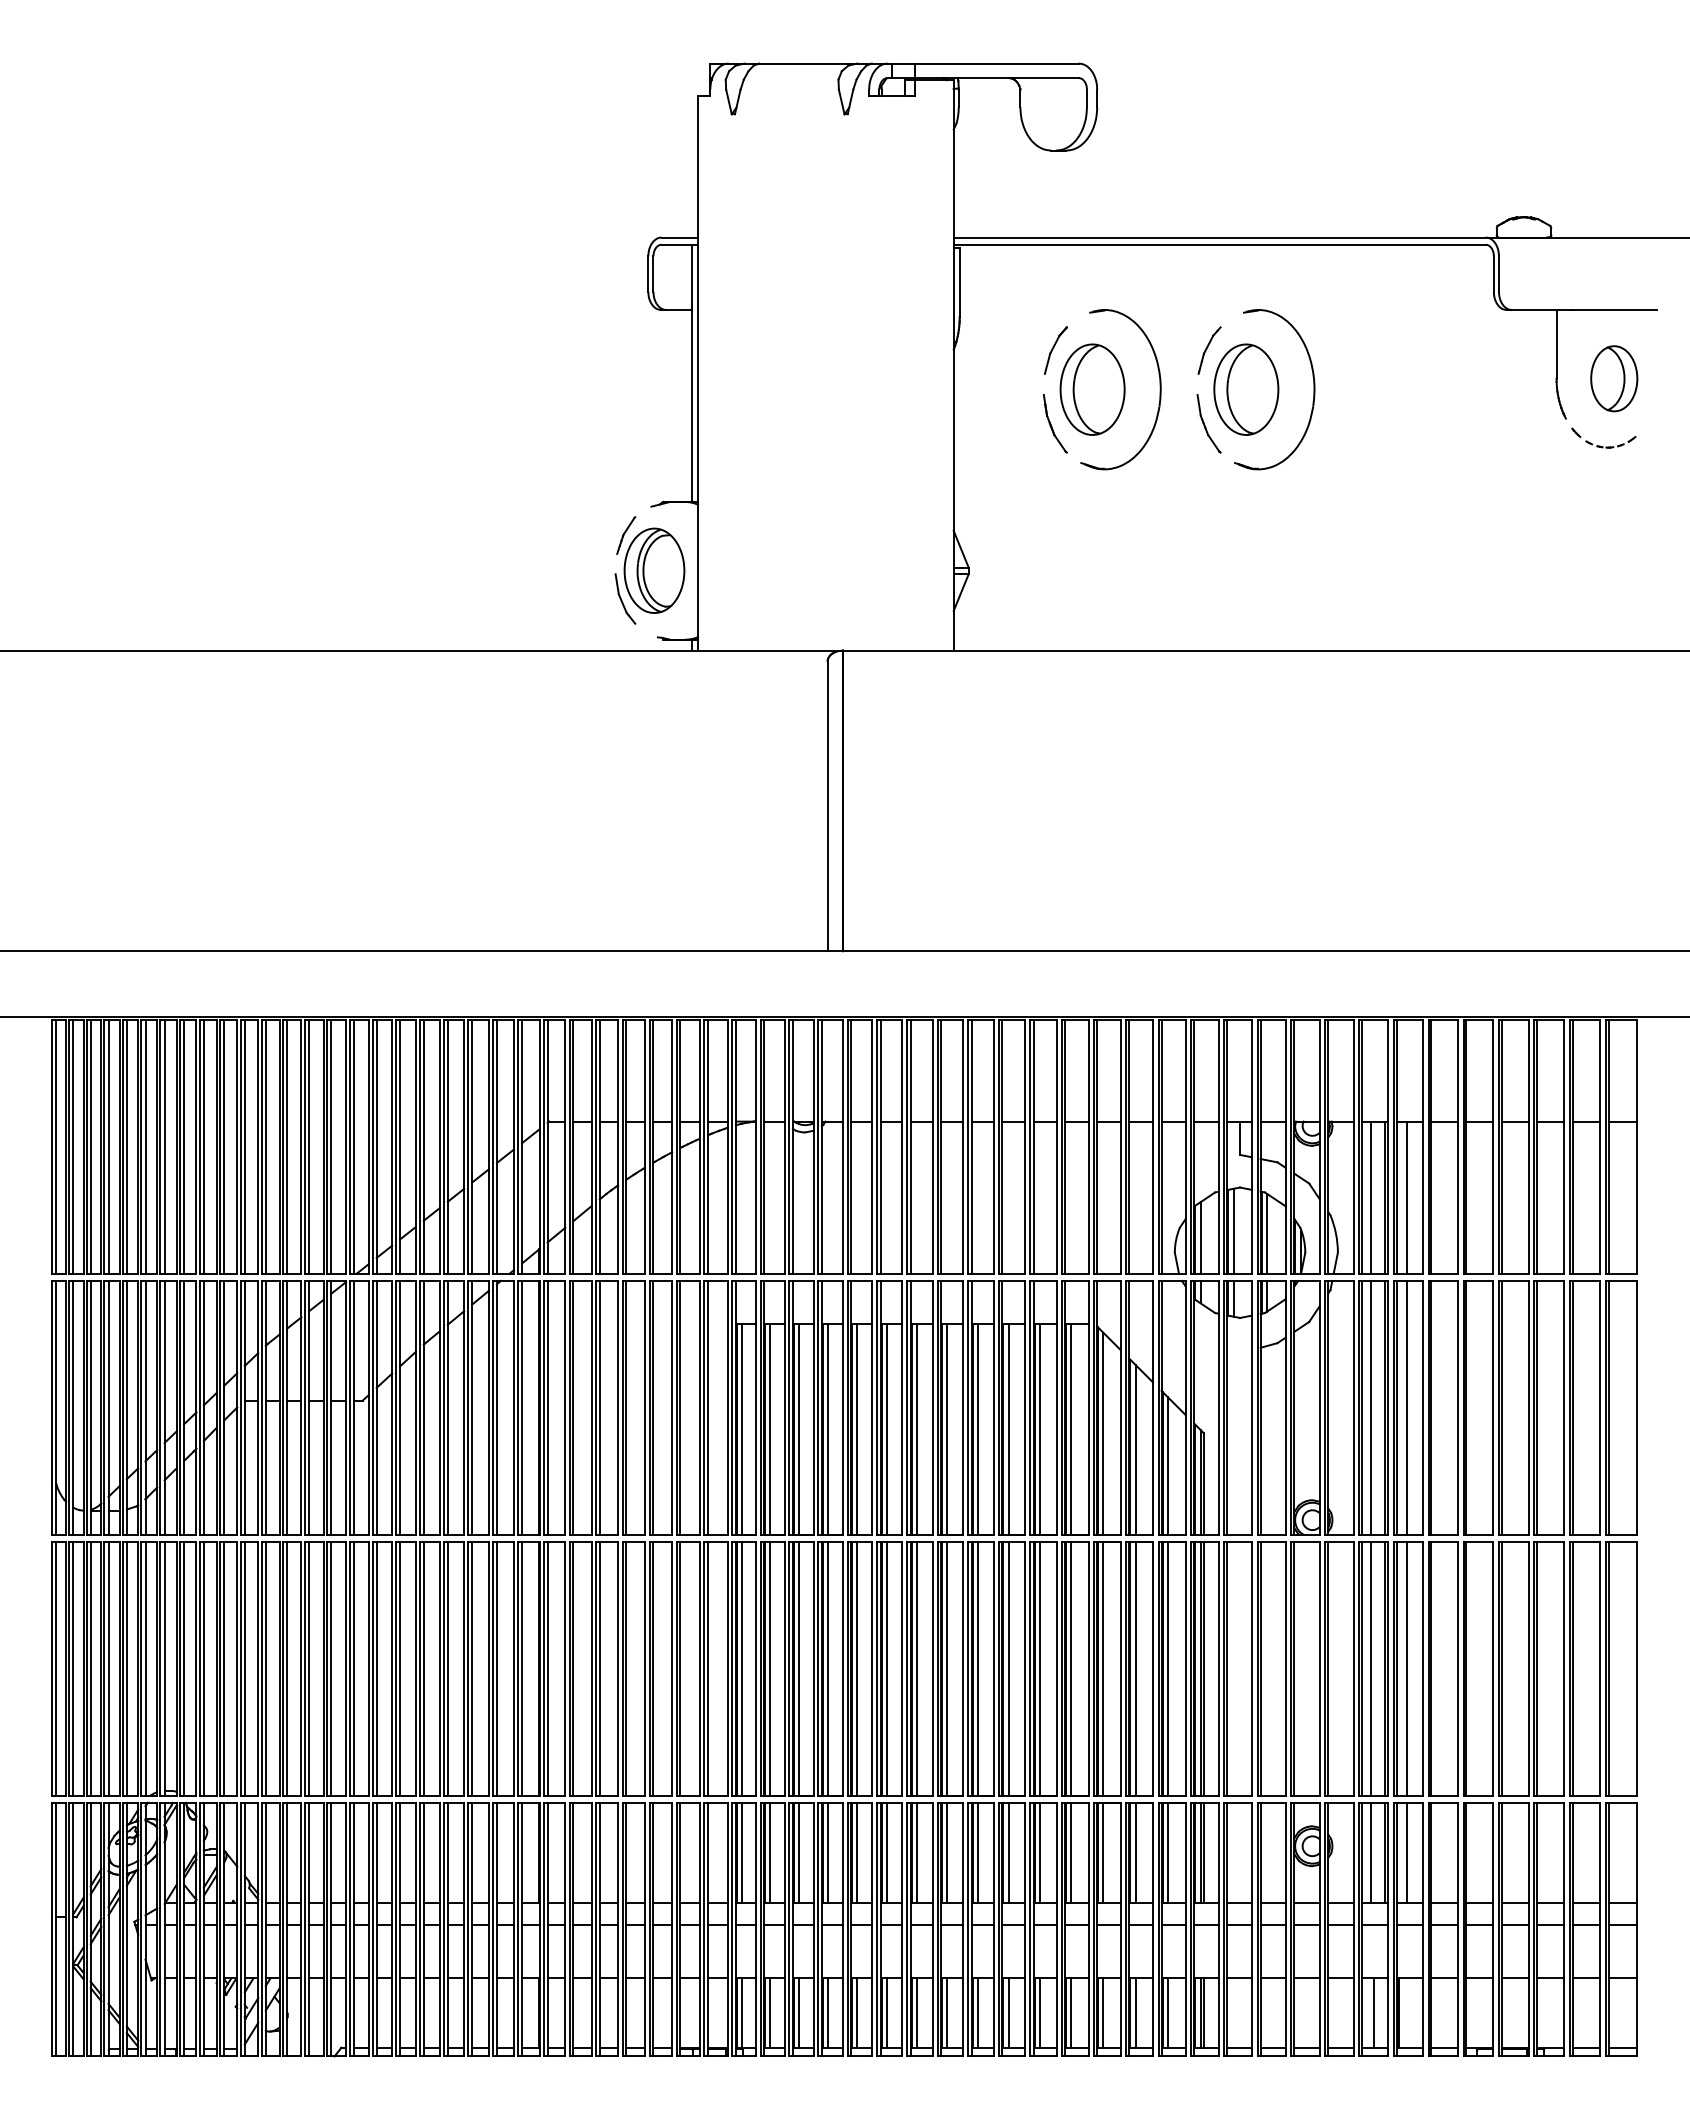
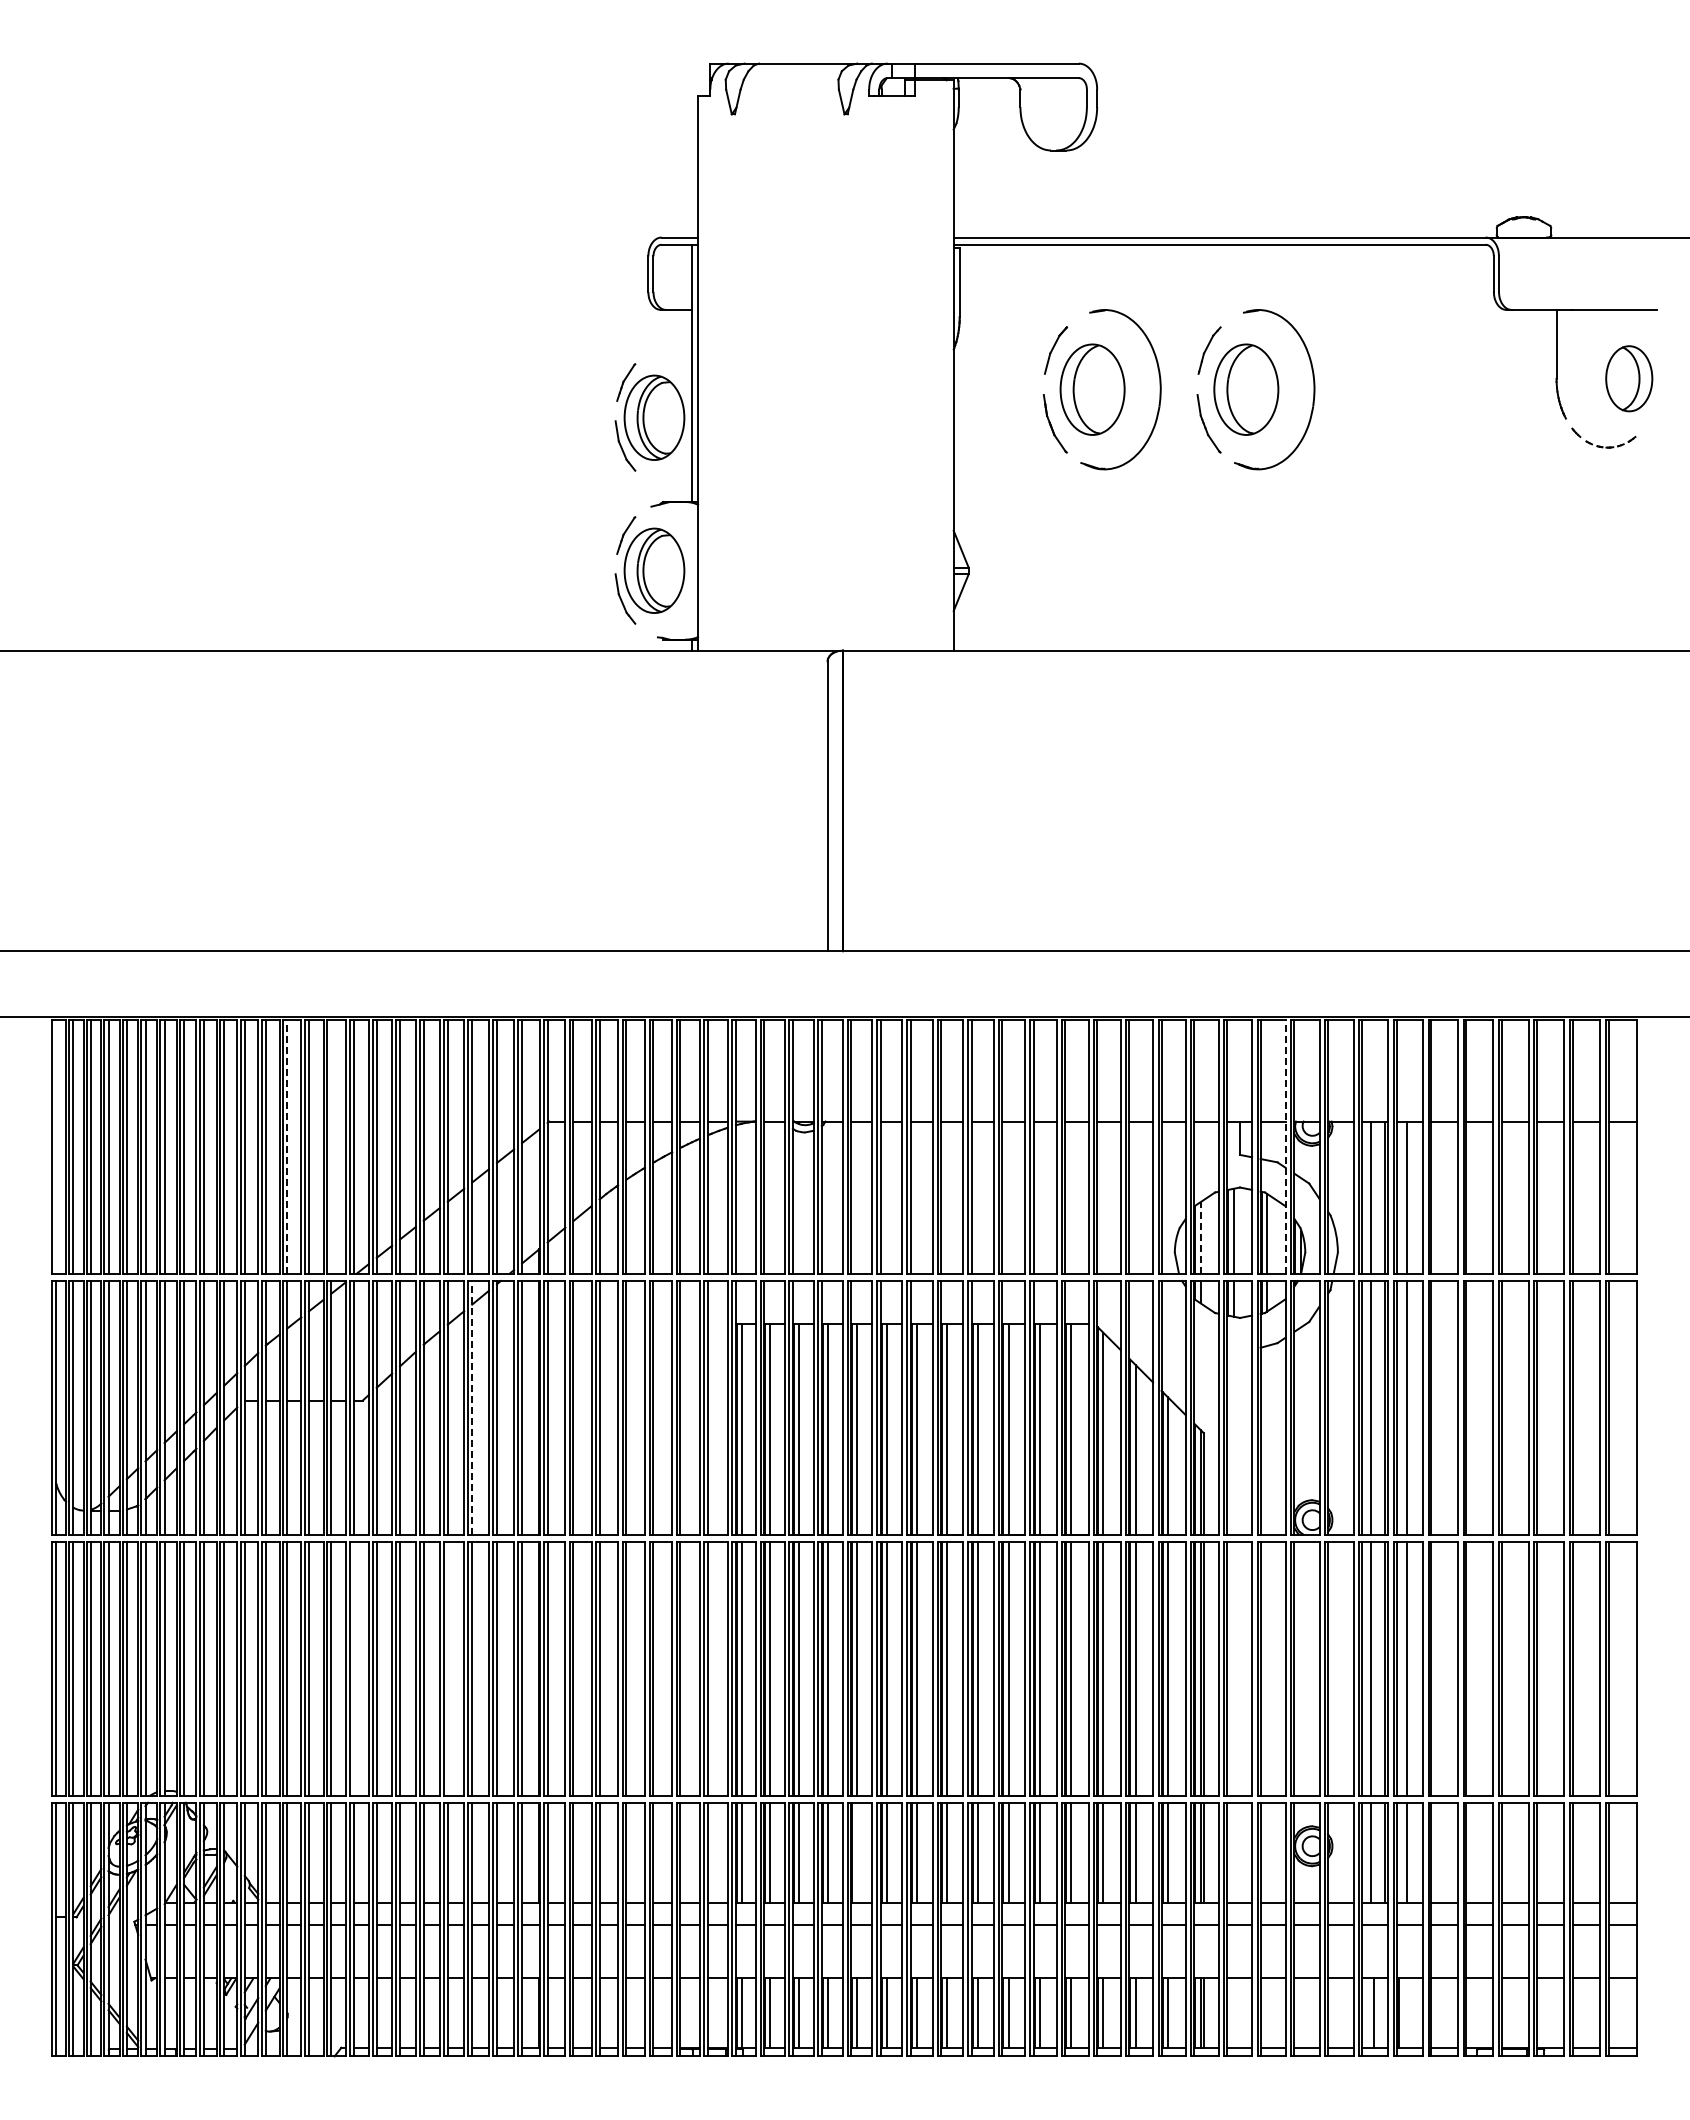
part at (1614, 378) position: (1614, 378) -> (1629, 378)
part at (649, 417): none -> present
line at (56, 1146): present -> none
line at (287, 1146): solid -> dashed
line at (331, 1146): present -> none
line at (1285, 1146): solid -> dashed
line at (1200, 1237): solid -> dashed
line at (472, 1407): solid -> dashed
line at (353, 1668): present -> none
line at (447, 1668): present -> none
line at (856, 1852): present -> none
